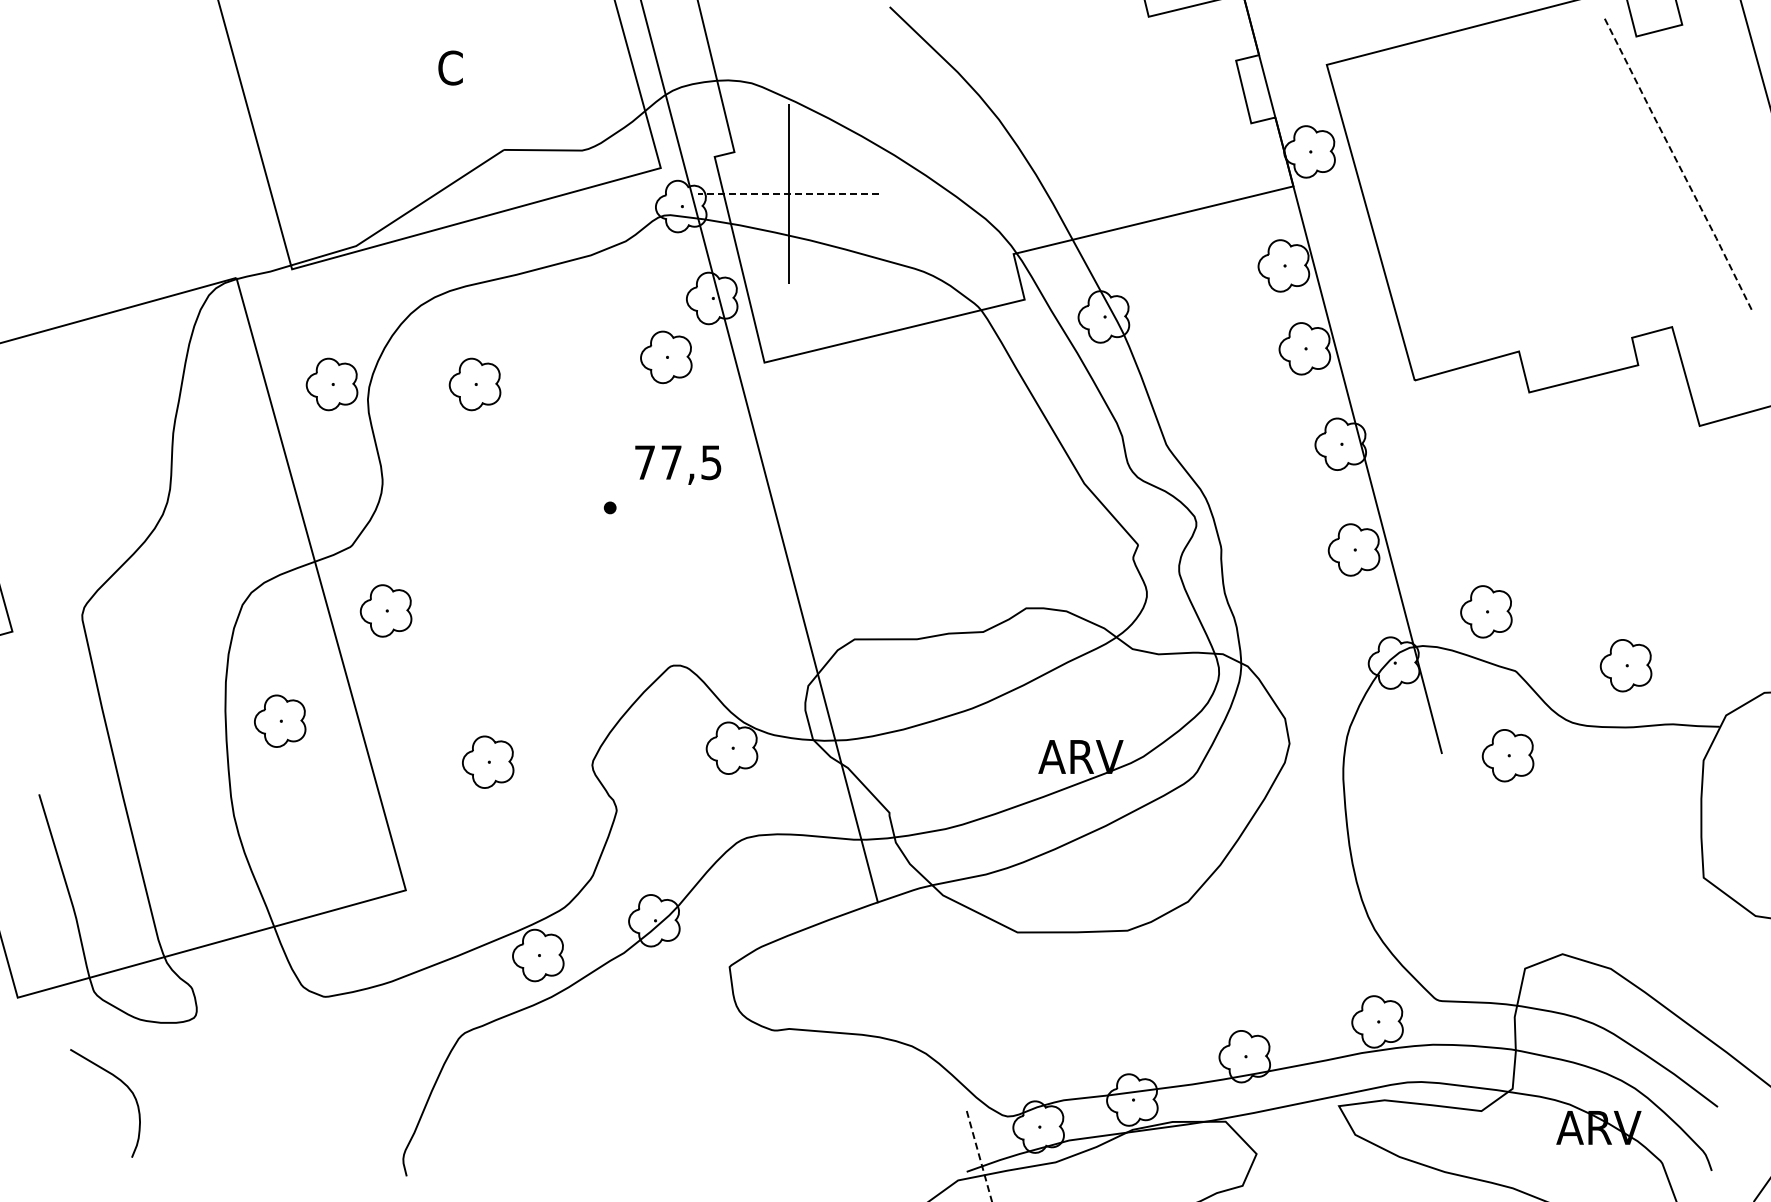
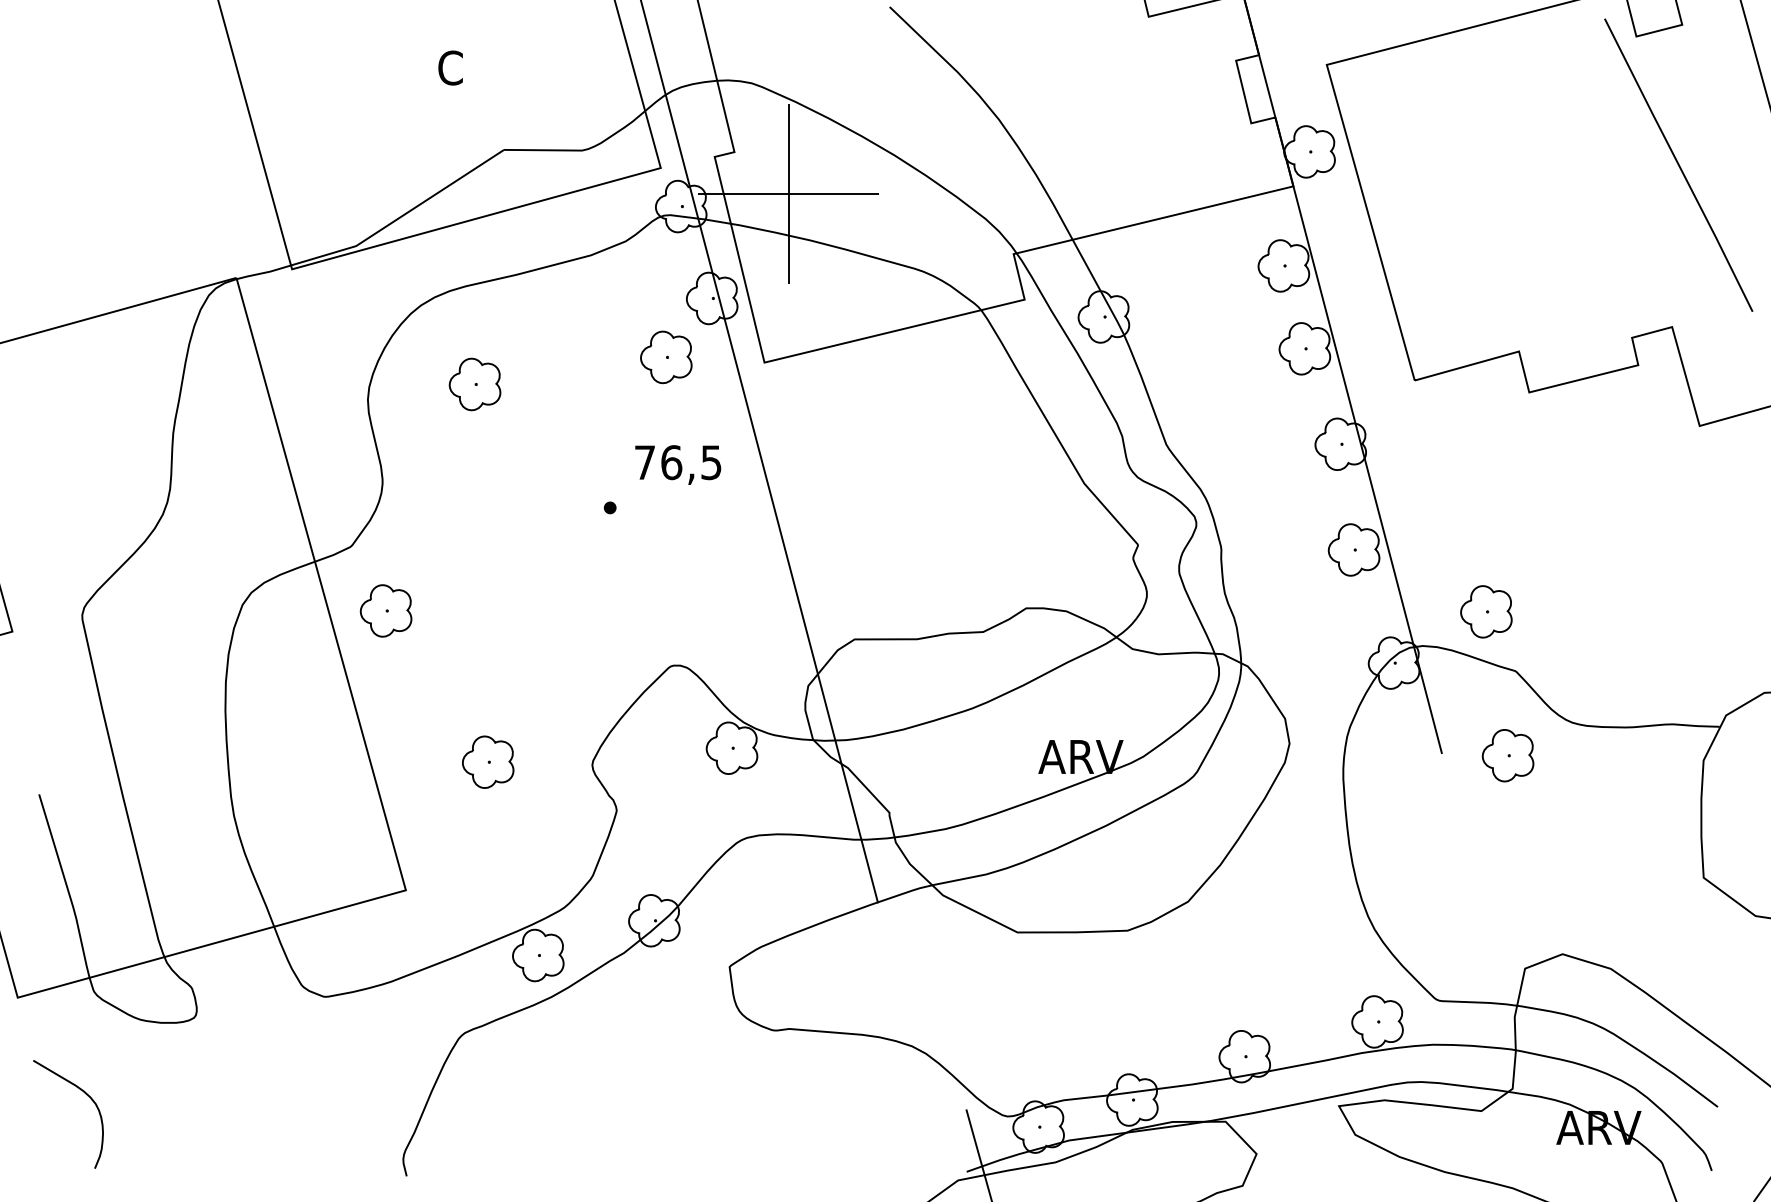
line at (1679, 165): dashed -> solid
line at (788, 193): dashed -> solid
part at (331, 384): present -> none
text at (671, 462): 77,5 -> 76,5
part at (1625, 665): present -> none
part at (280, 720): present -> none
curve at (123, 1084) position: (123, 1084) -> (86, 1095)
line at (979, 1155): dashed -> solid
